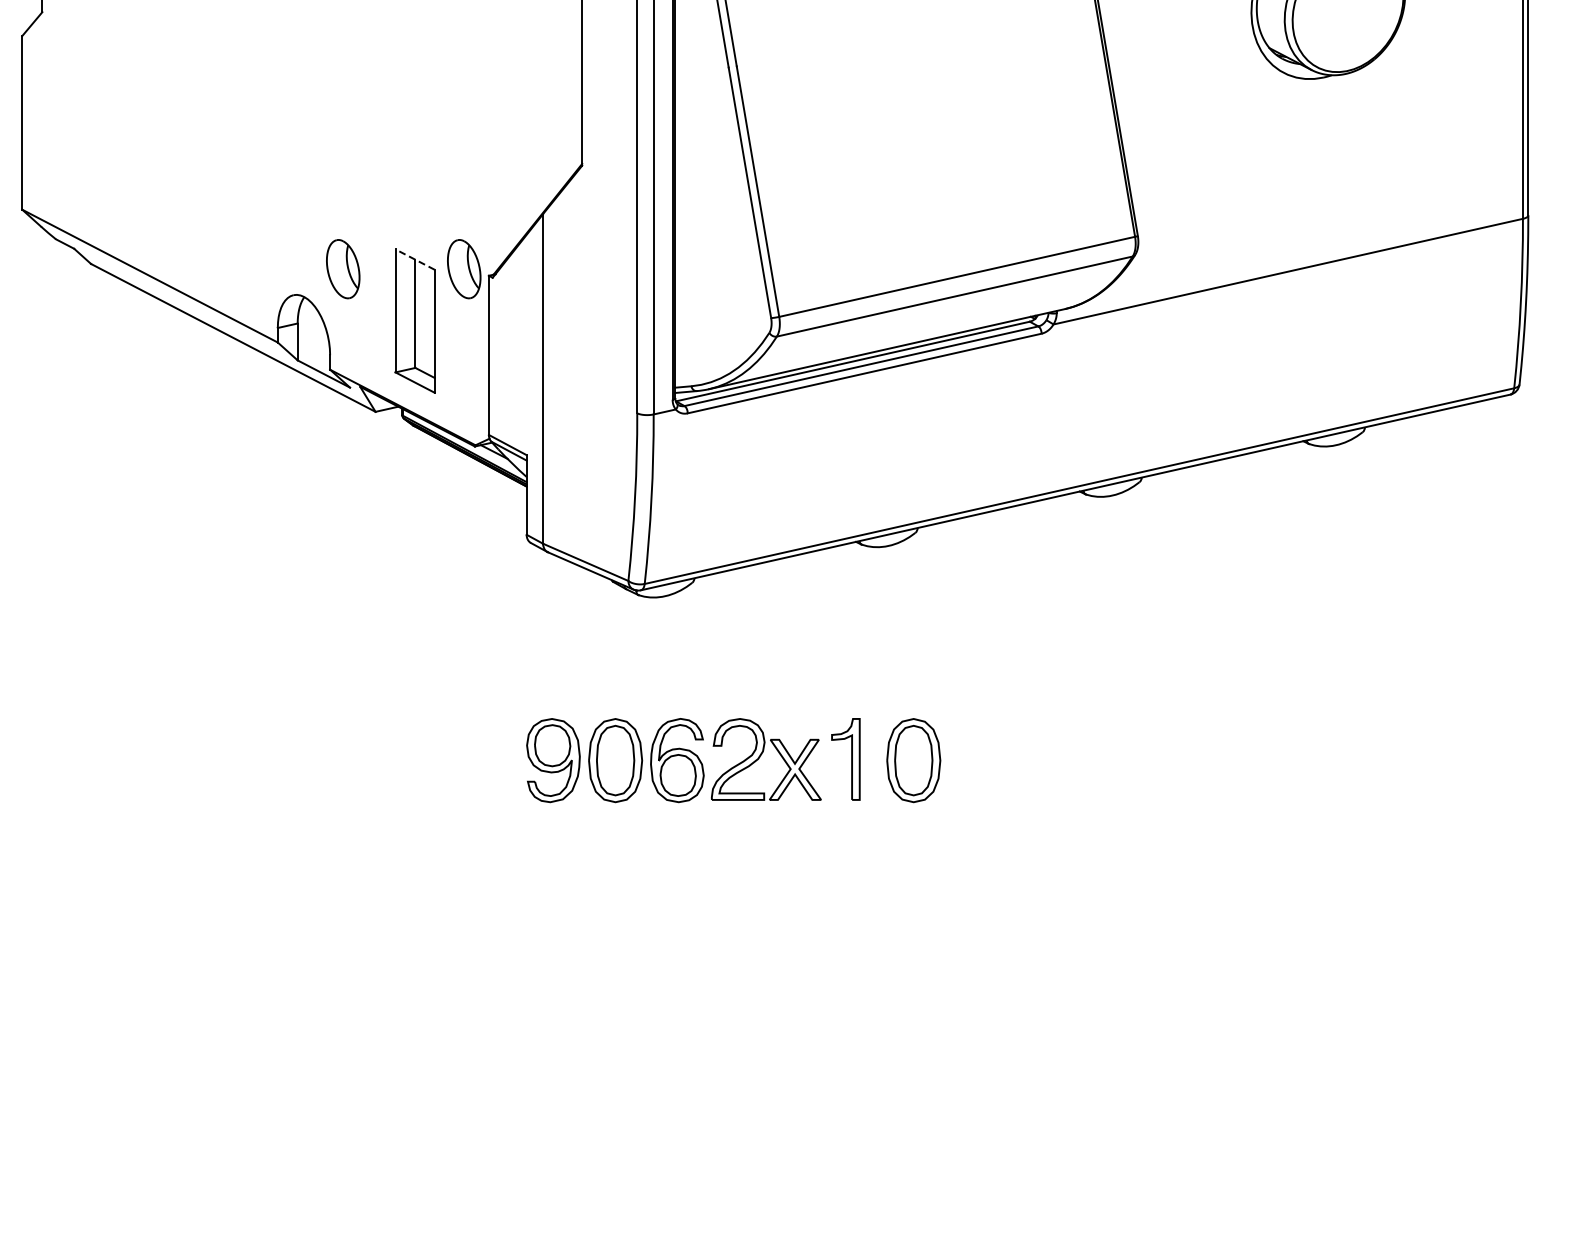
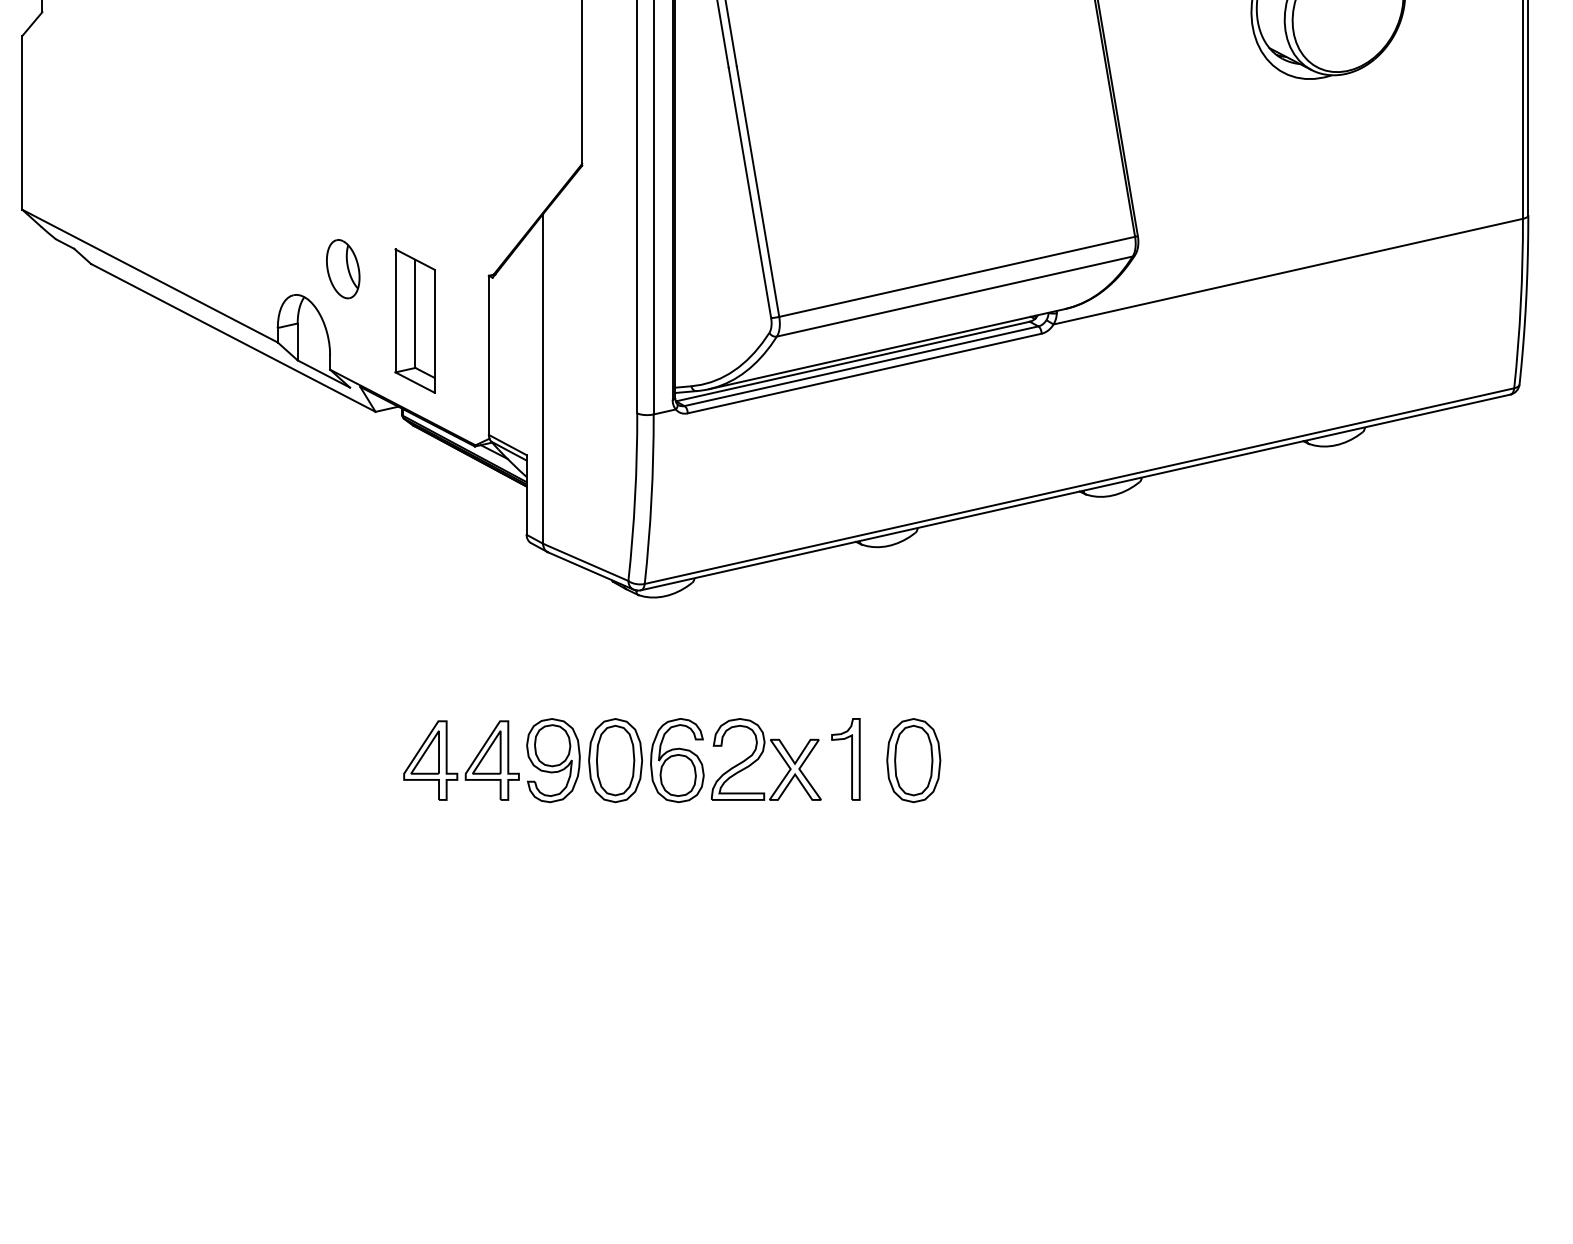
line at (414, 259): dashed -> solid
part at (464, 269): present -> none
part at (470, 764): none -> present
